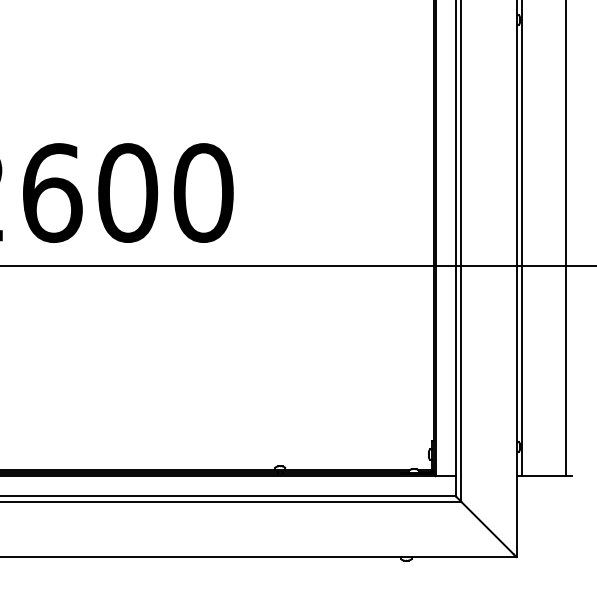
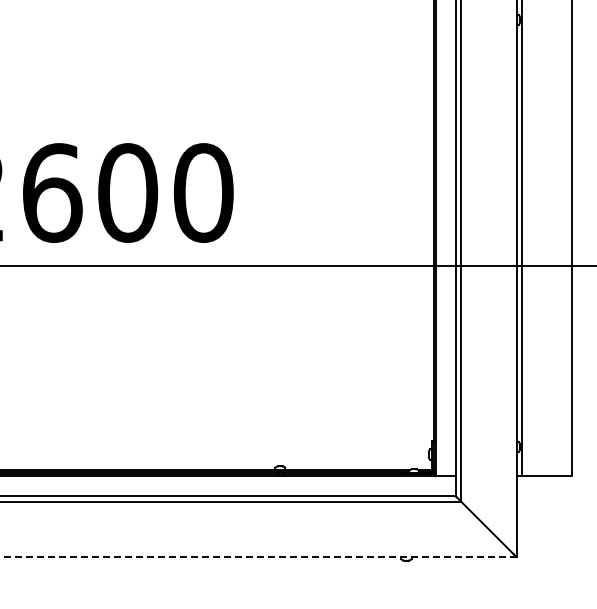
line at (566, 239) position: (566, 239) -> (572, 239)
line at (258, 557): solid -> dashed
